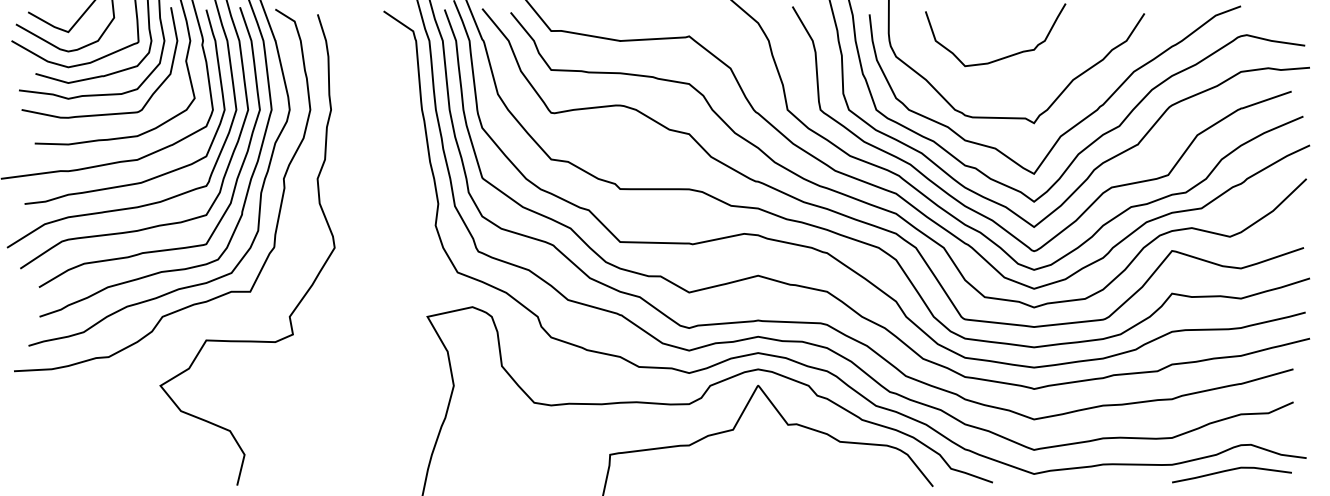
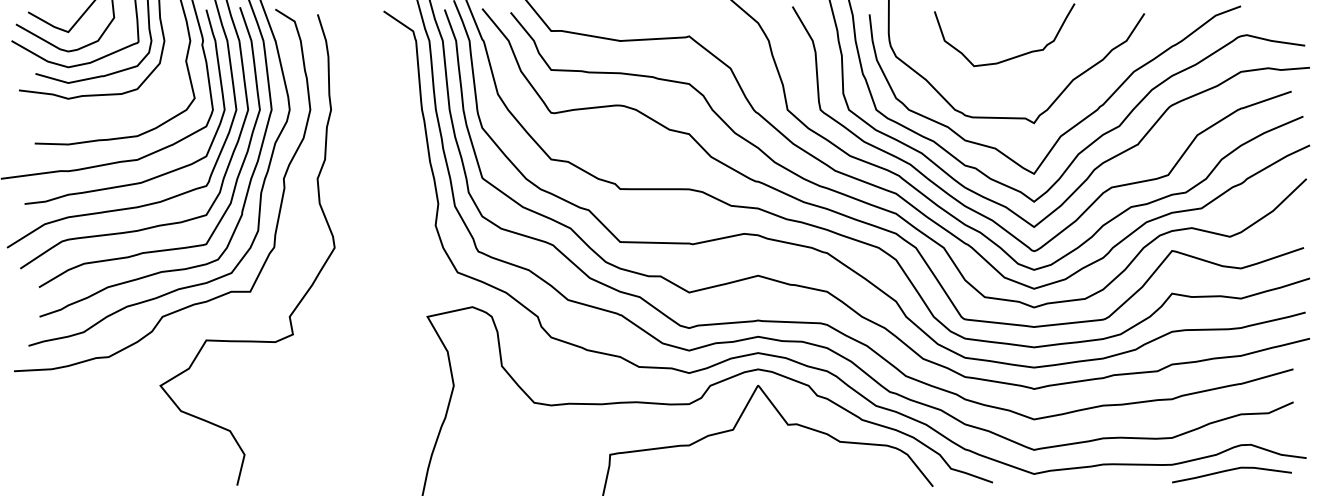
curve at (1002, 57) position: (1002, 57) -> (1011, 57)
curve at (104, 113): present -> none
